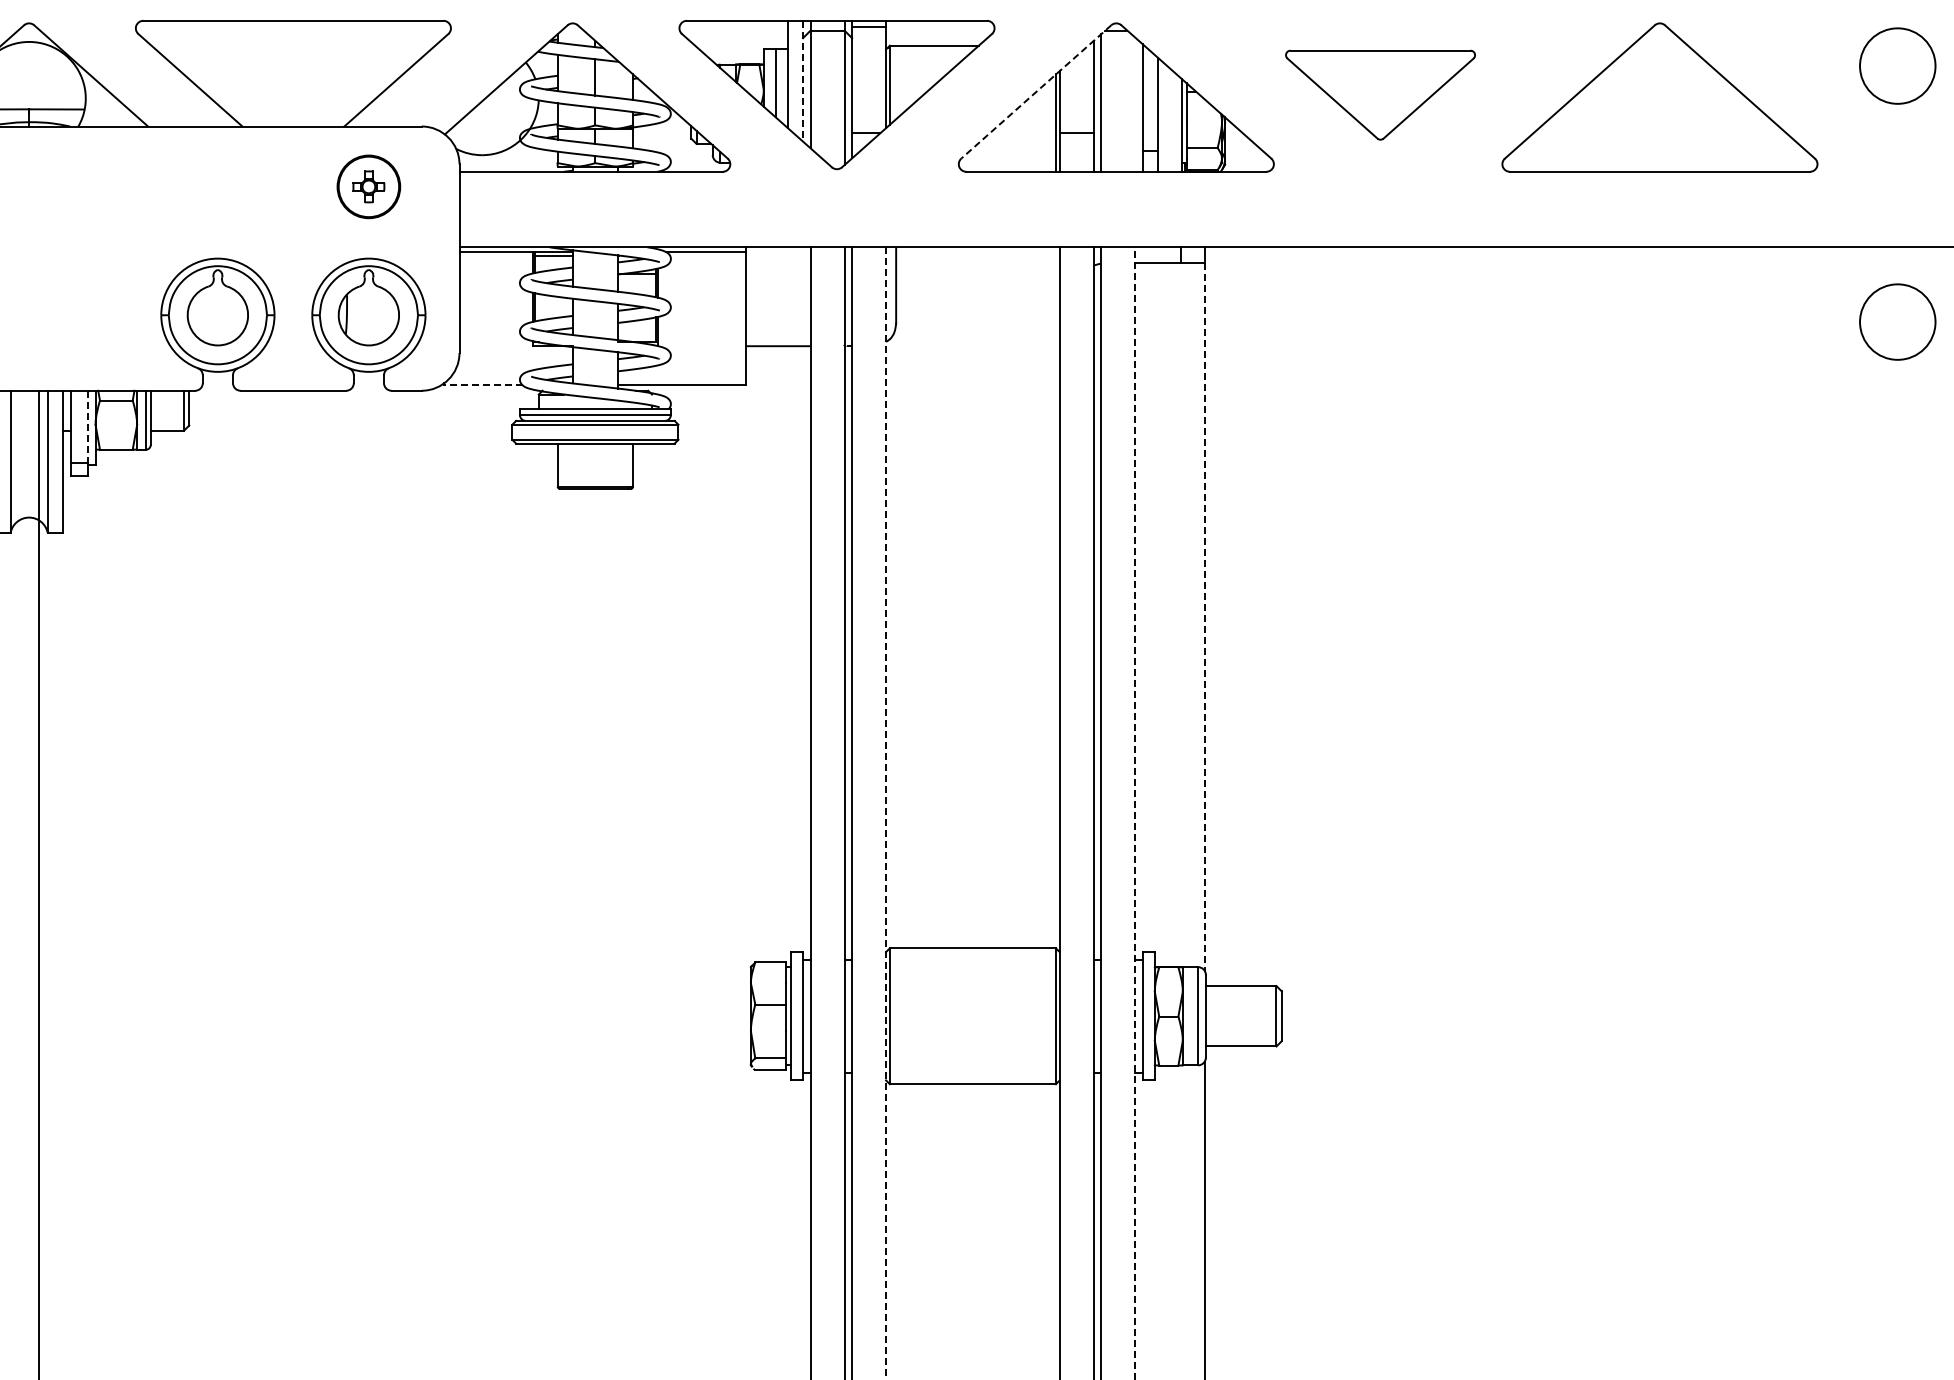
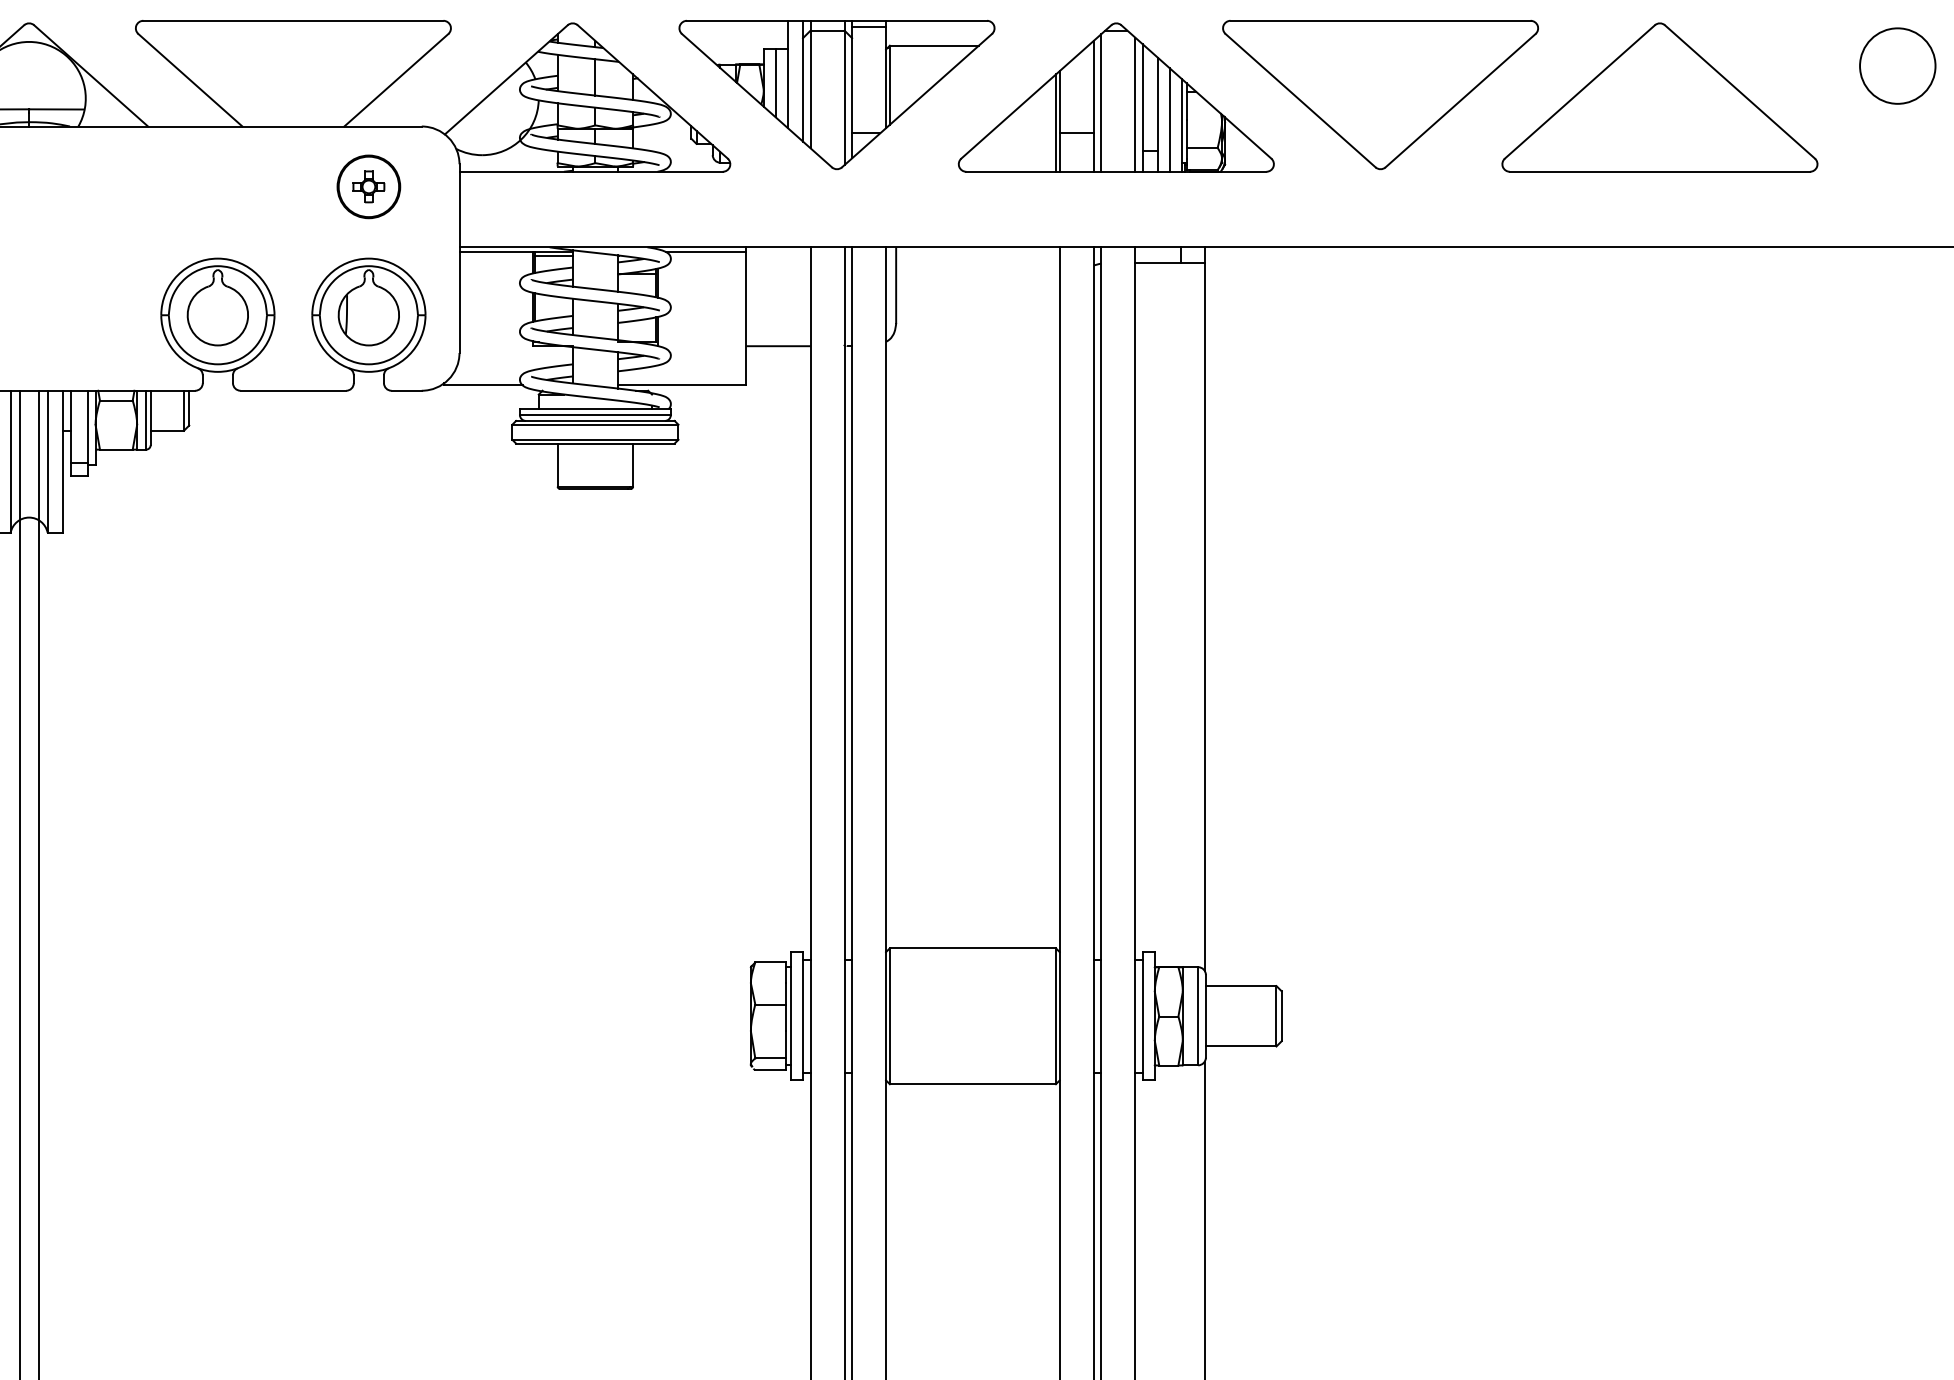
line at (803, 81): dashed -> solid
line at (1035, 92): dashed -> solid
part at (1380, 94) size: 191x92 px -> 317x151 px
line at (1135, 104): none -> present
line at (1169, 119): none -> present
circle at (1897, 321): present -> none
line at (483, 385): dashed -> solid
line at (88, 426): dashed -> solid
line at (1204, 617): dashed -> solid
line at (886, 813): dashed -> solid
line at (1135, 813): dashed -> solid
line at (19, 883): none -> present
